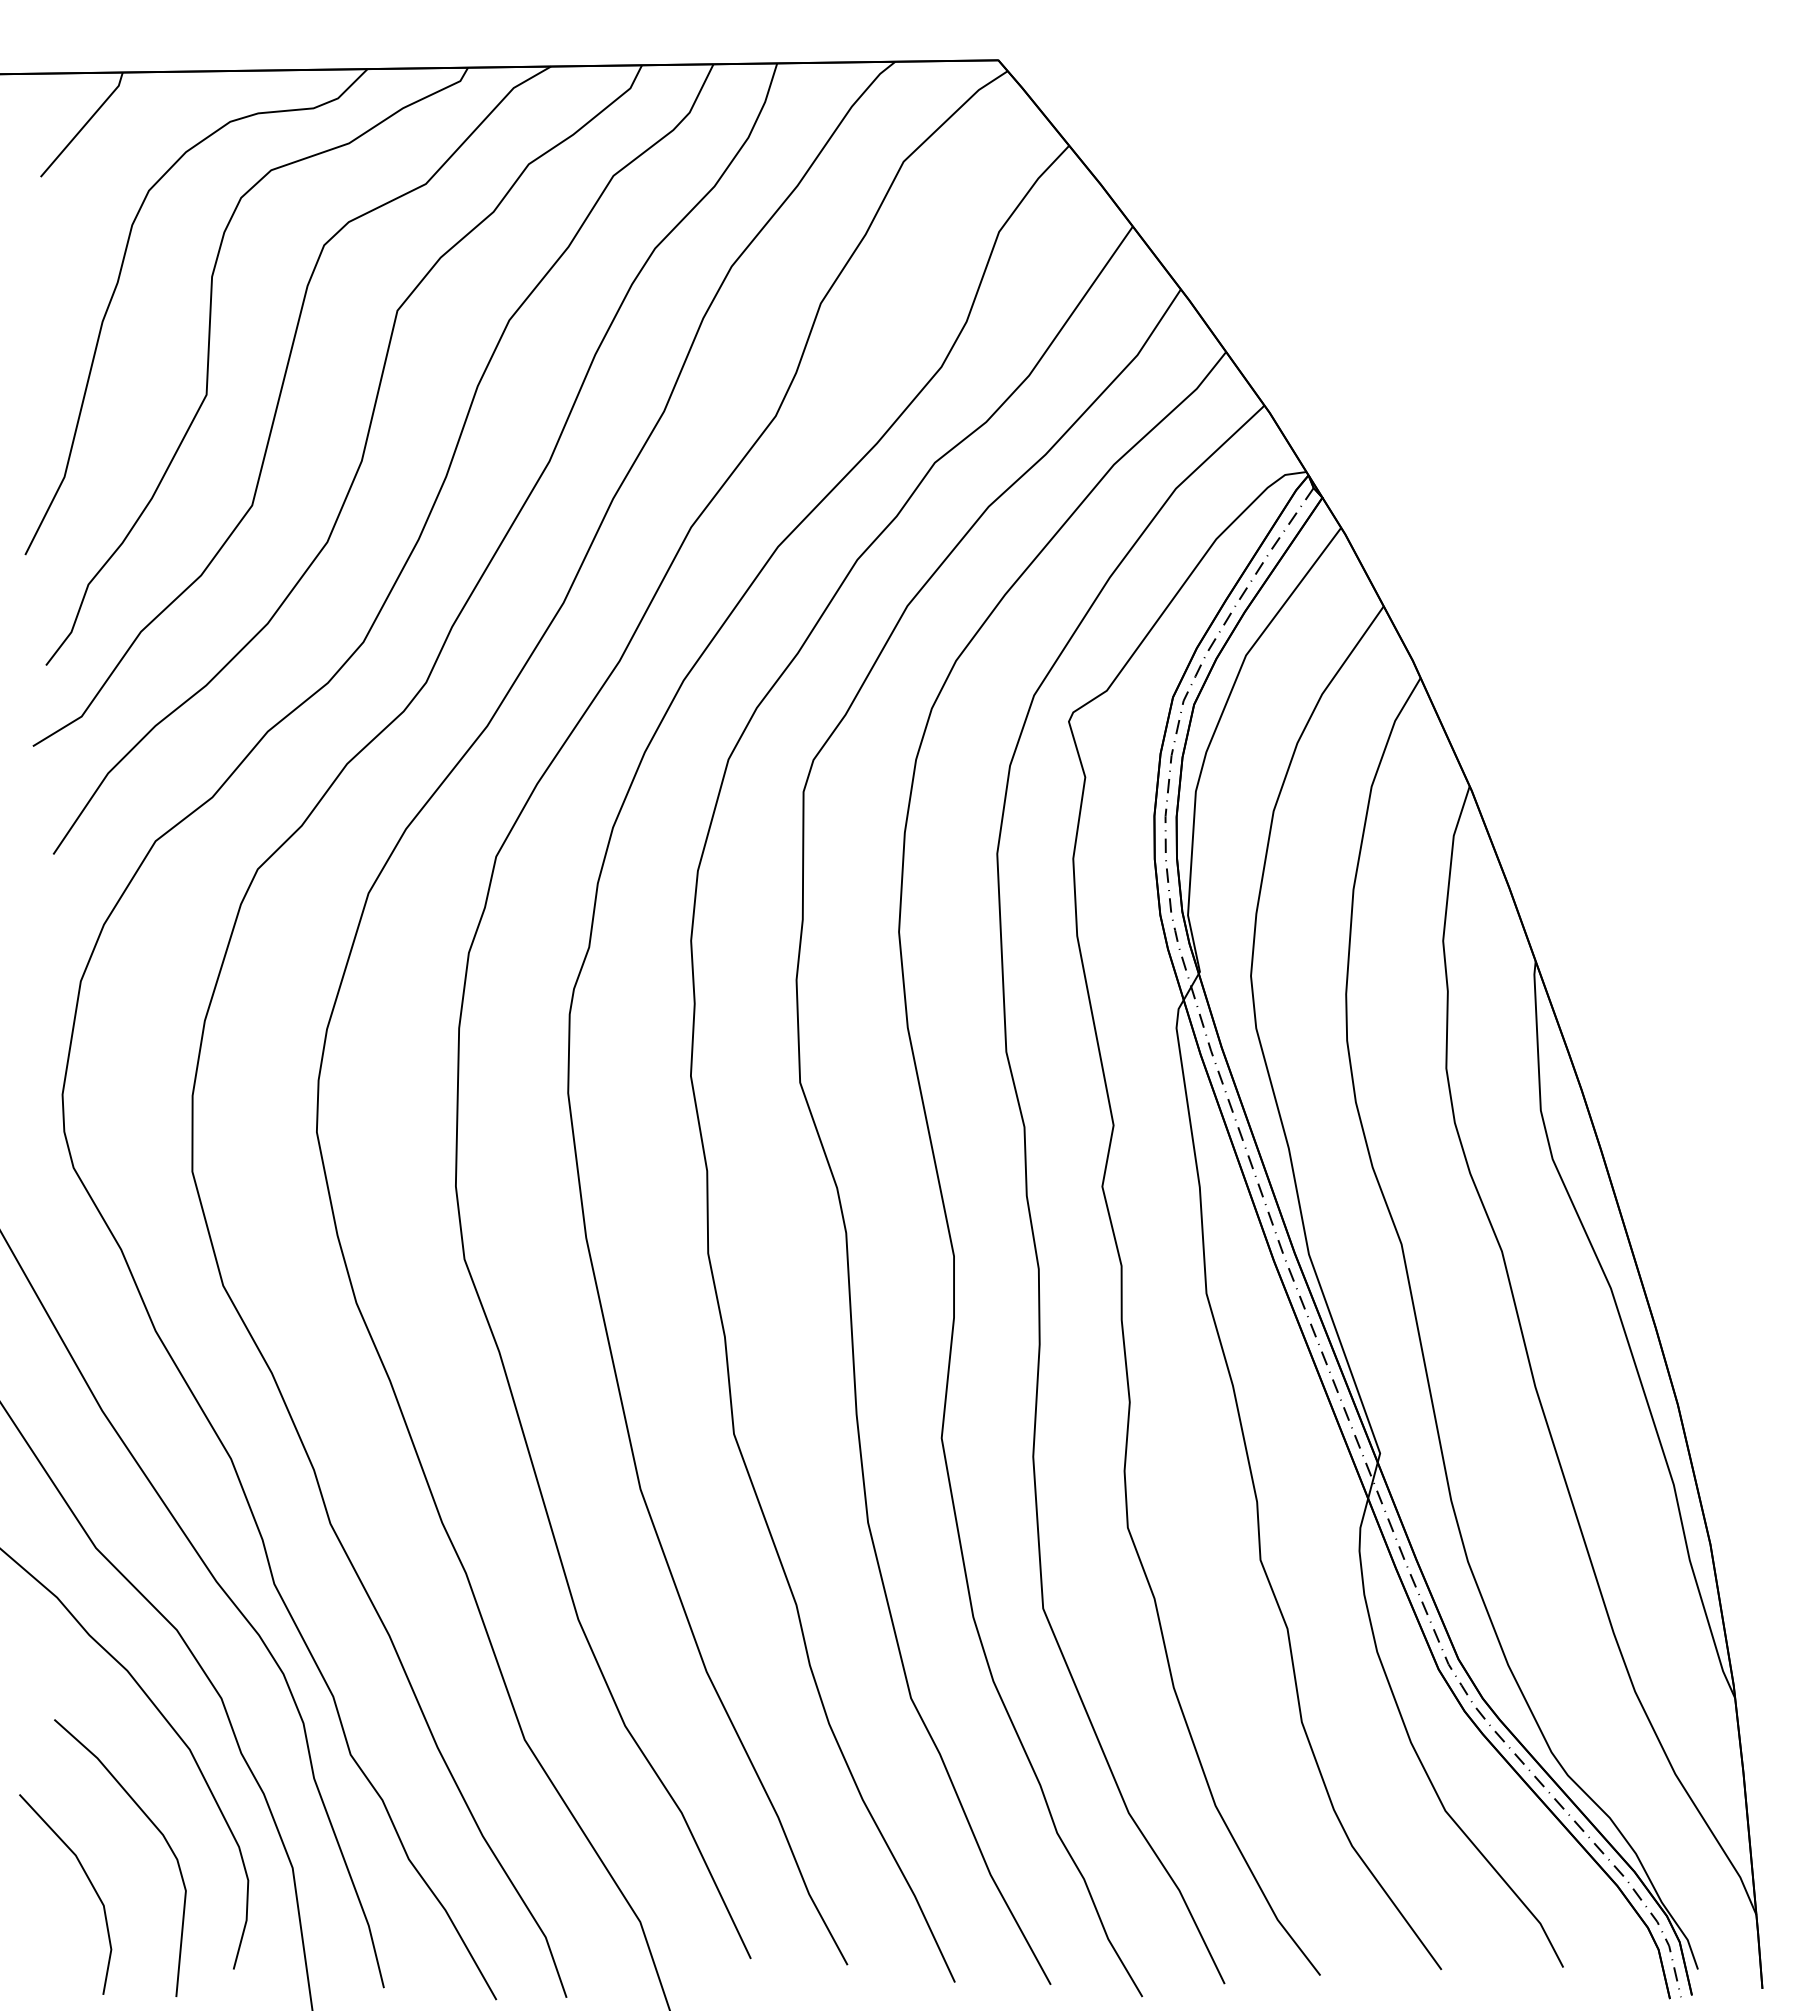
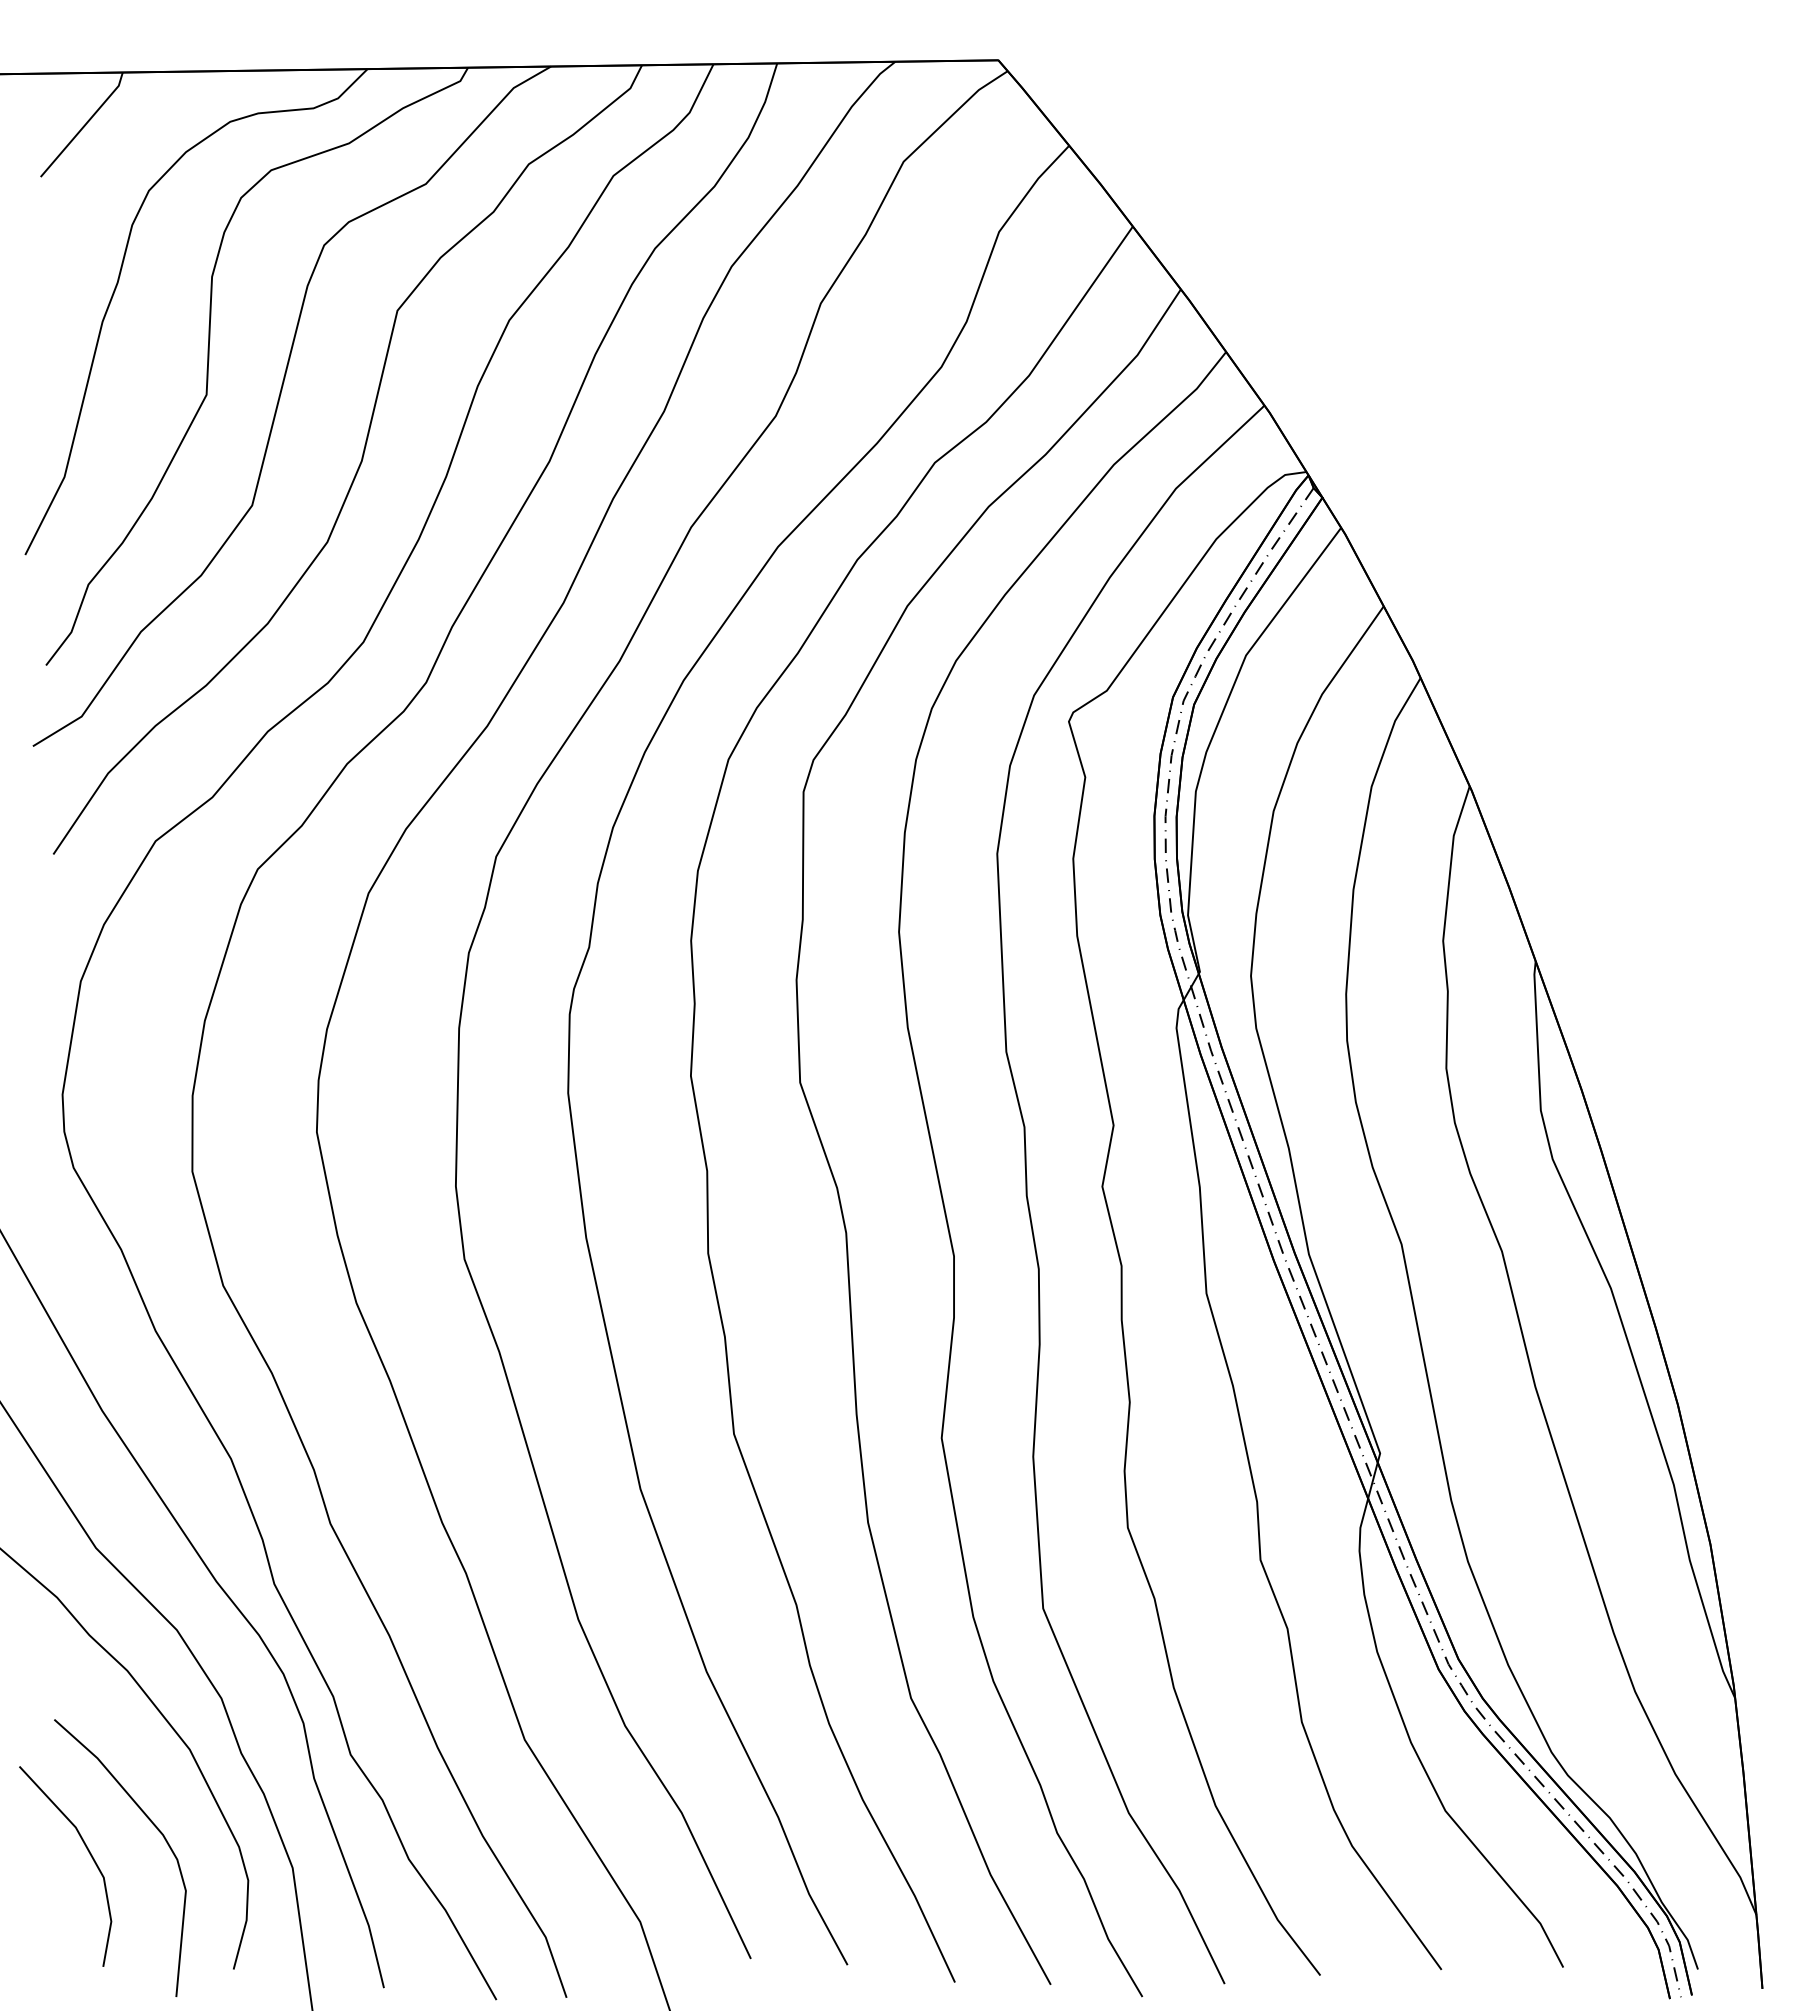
line at (89, 1882) position: (89, 1882) -> (89, 1854)
